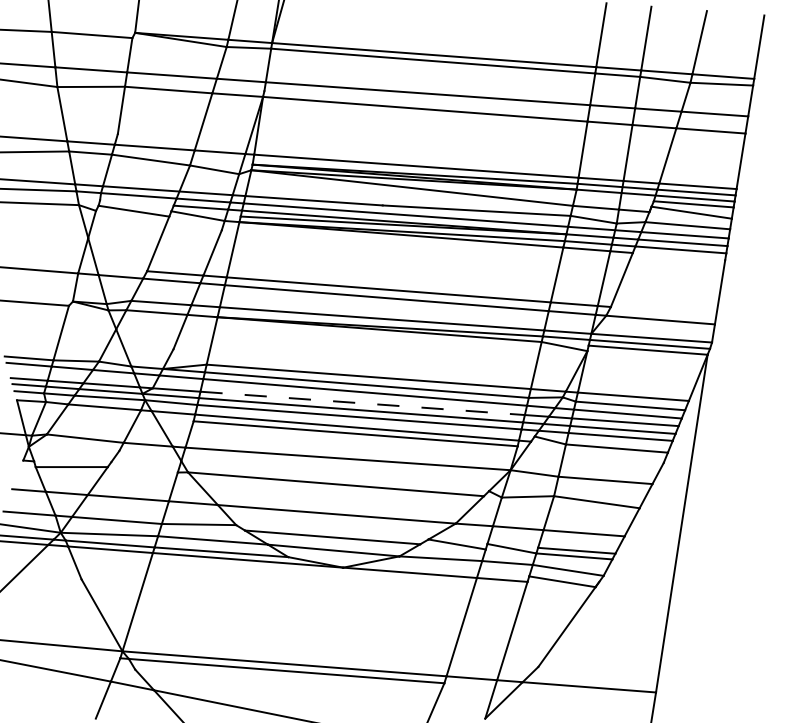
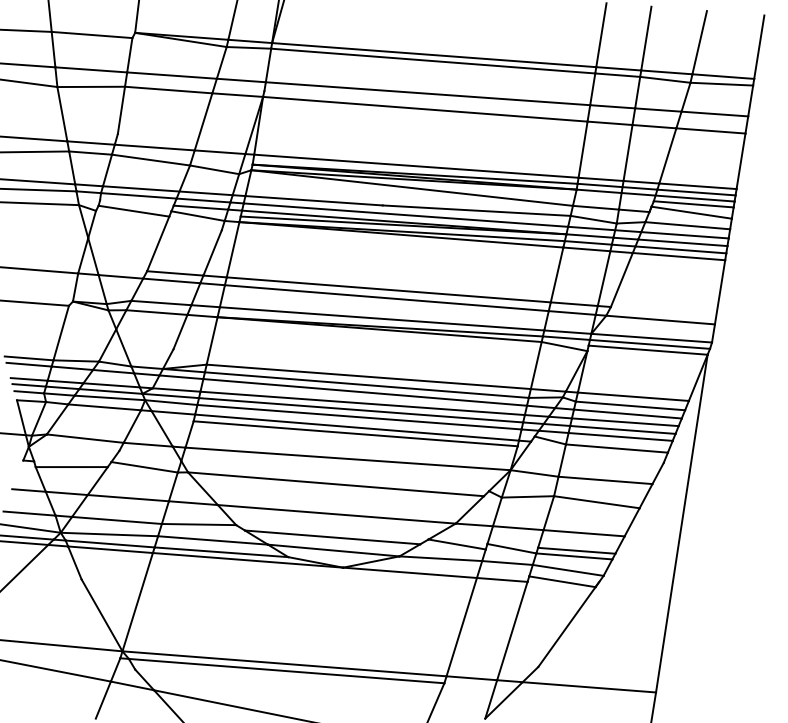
line at (678, 256): none -> present
line at (362, 403): dashed -> solid
line at (144, 467): none -> present
